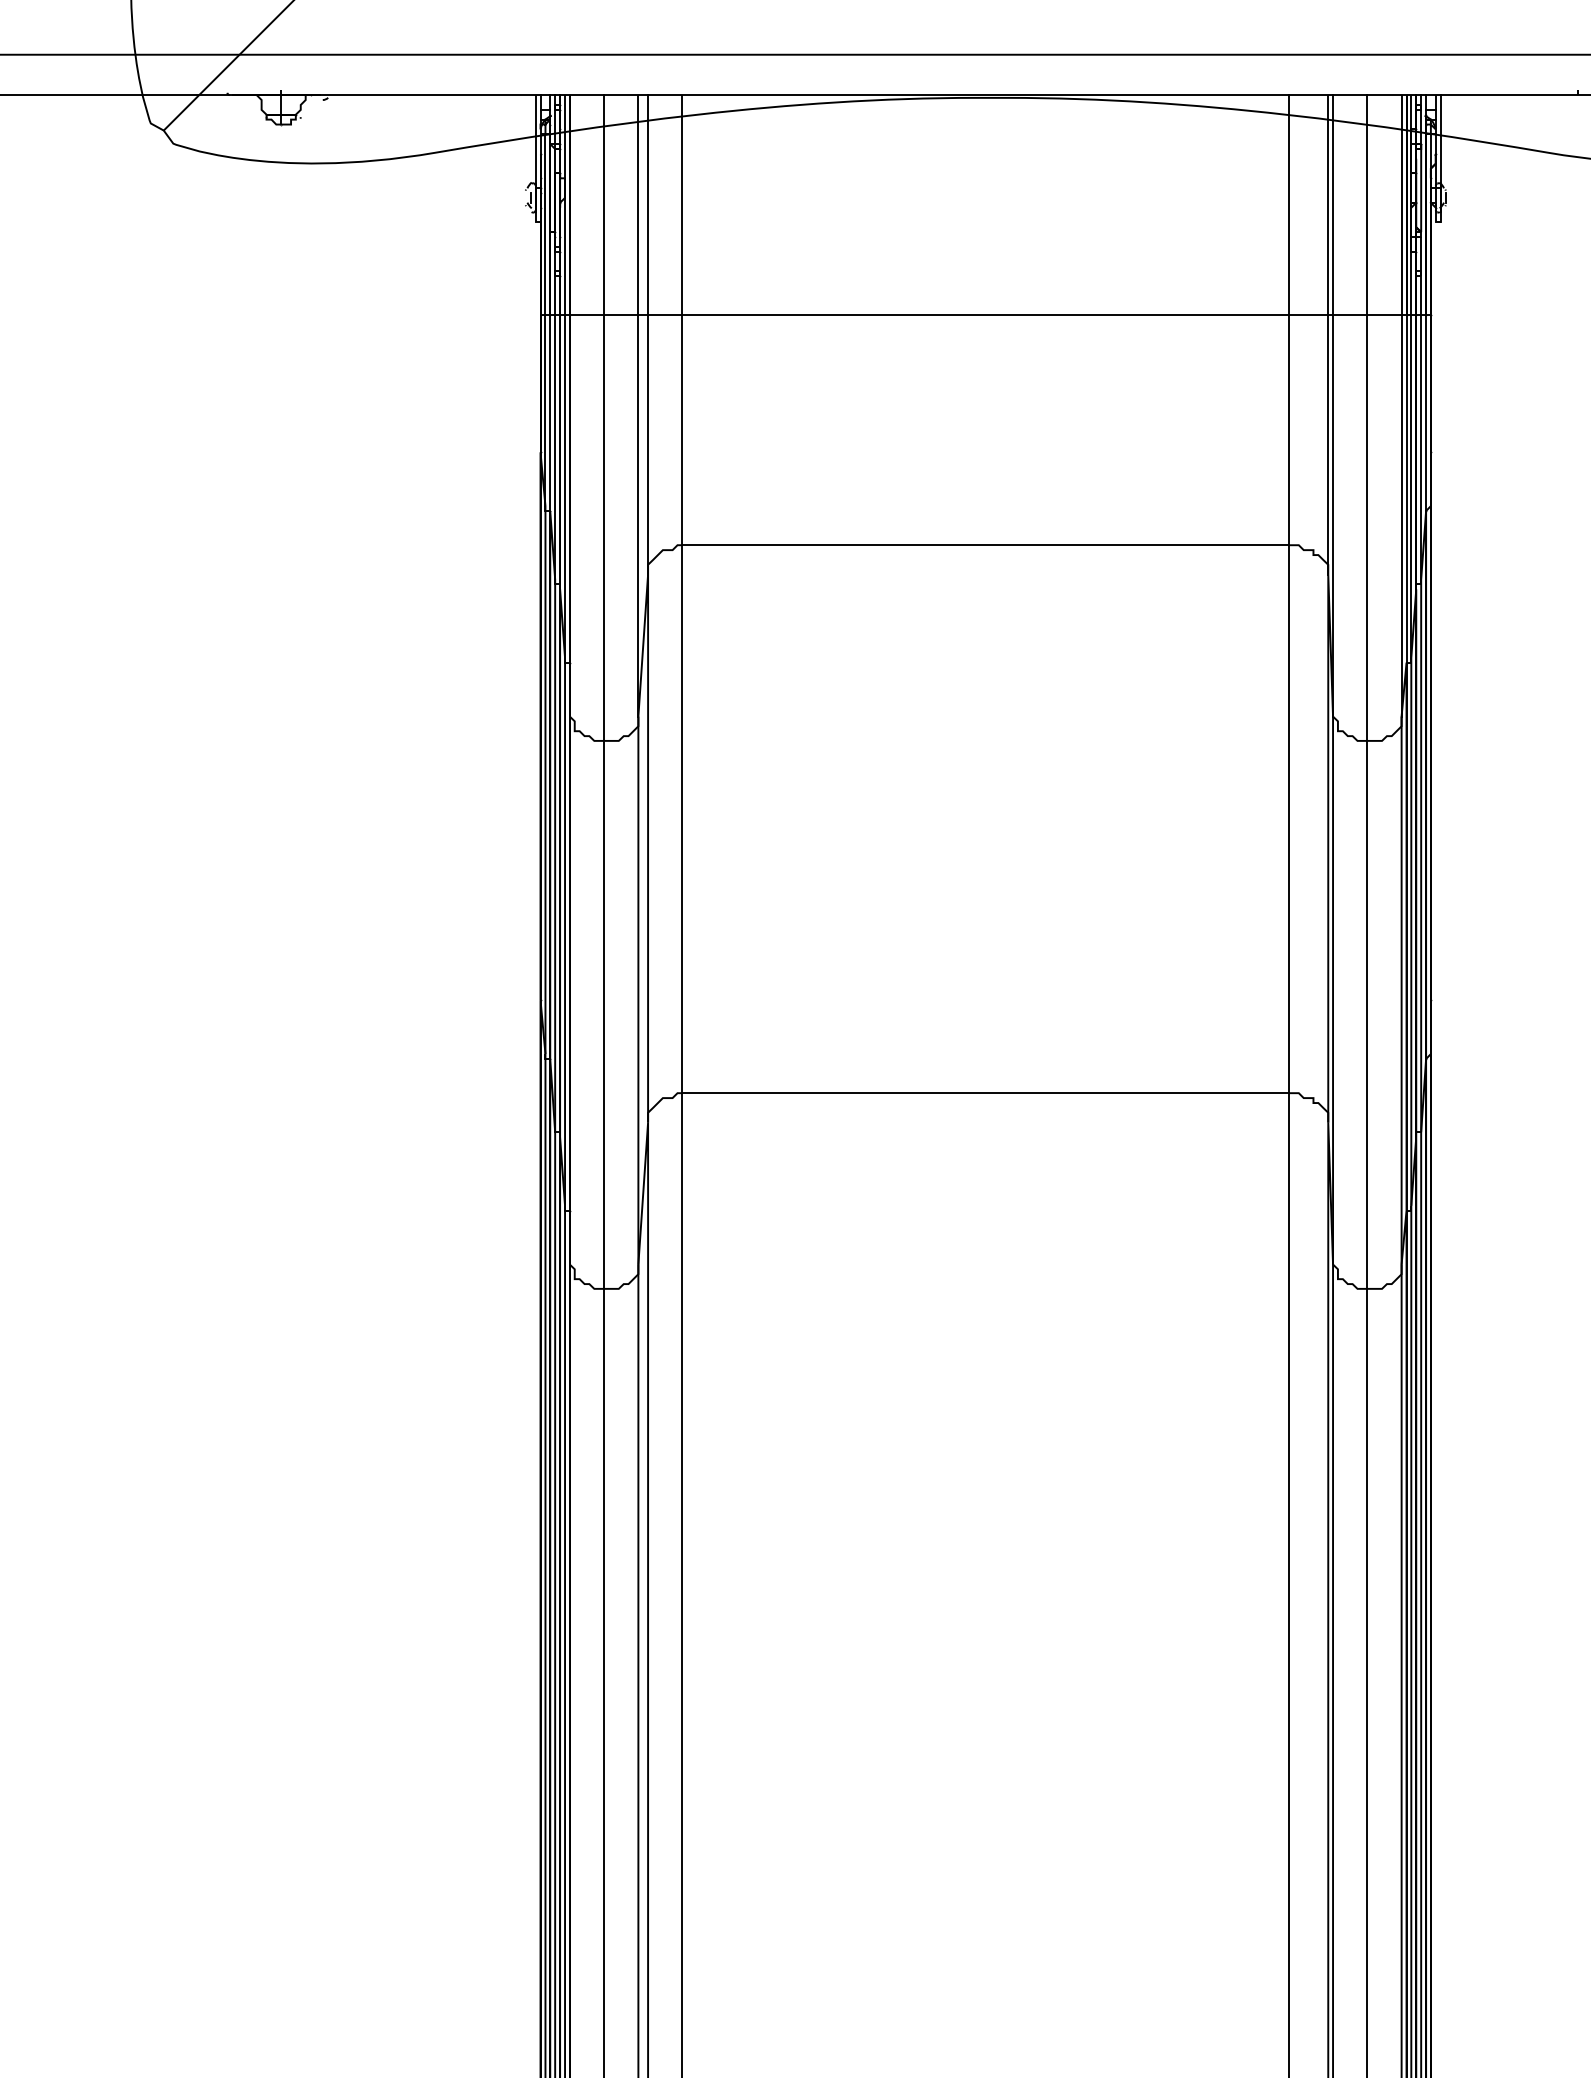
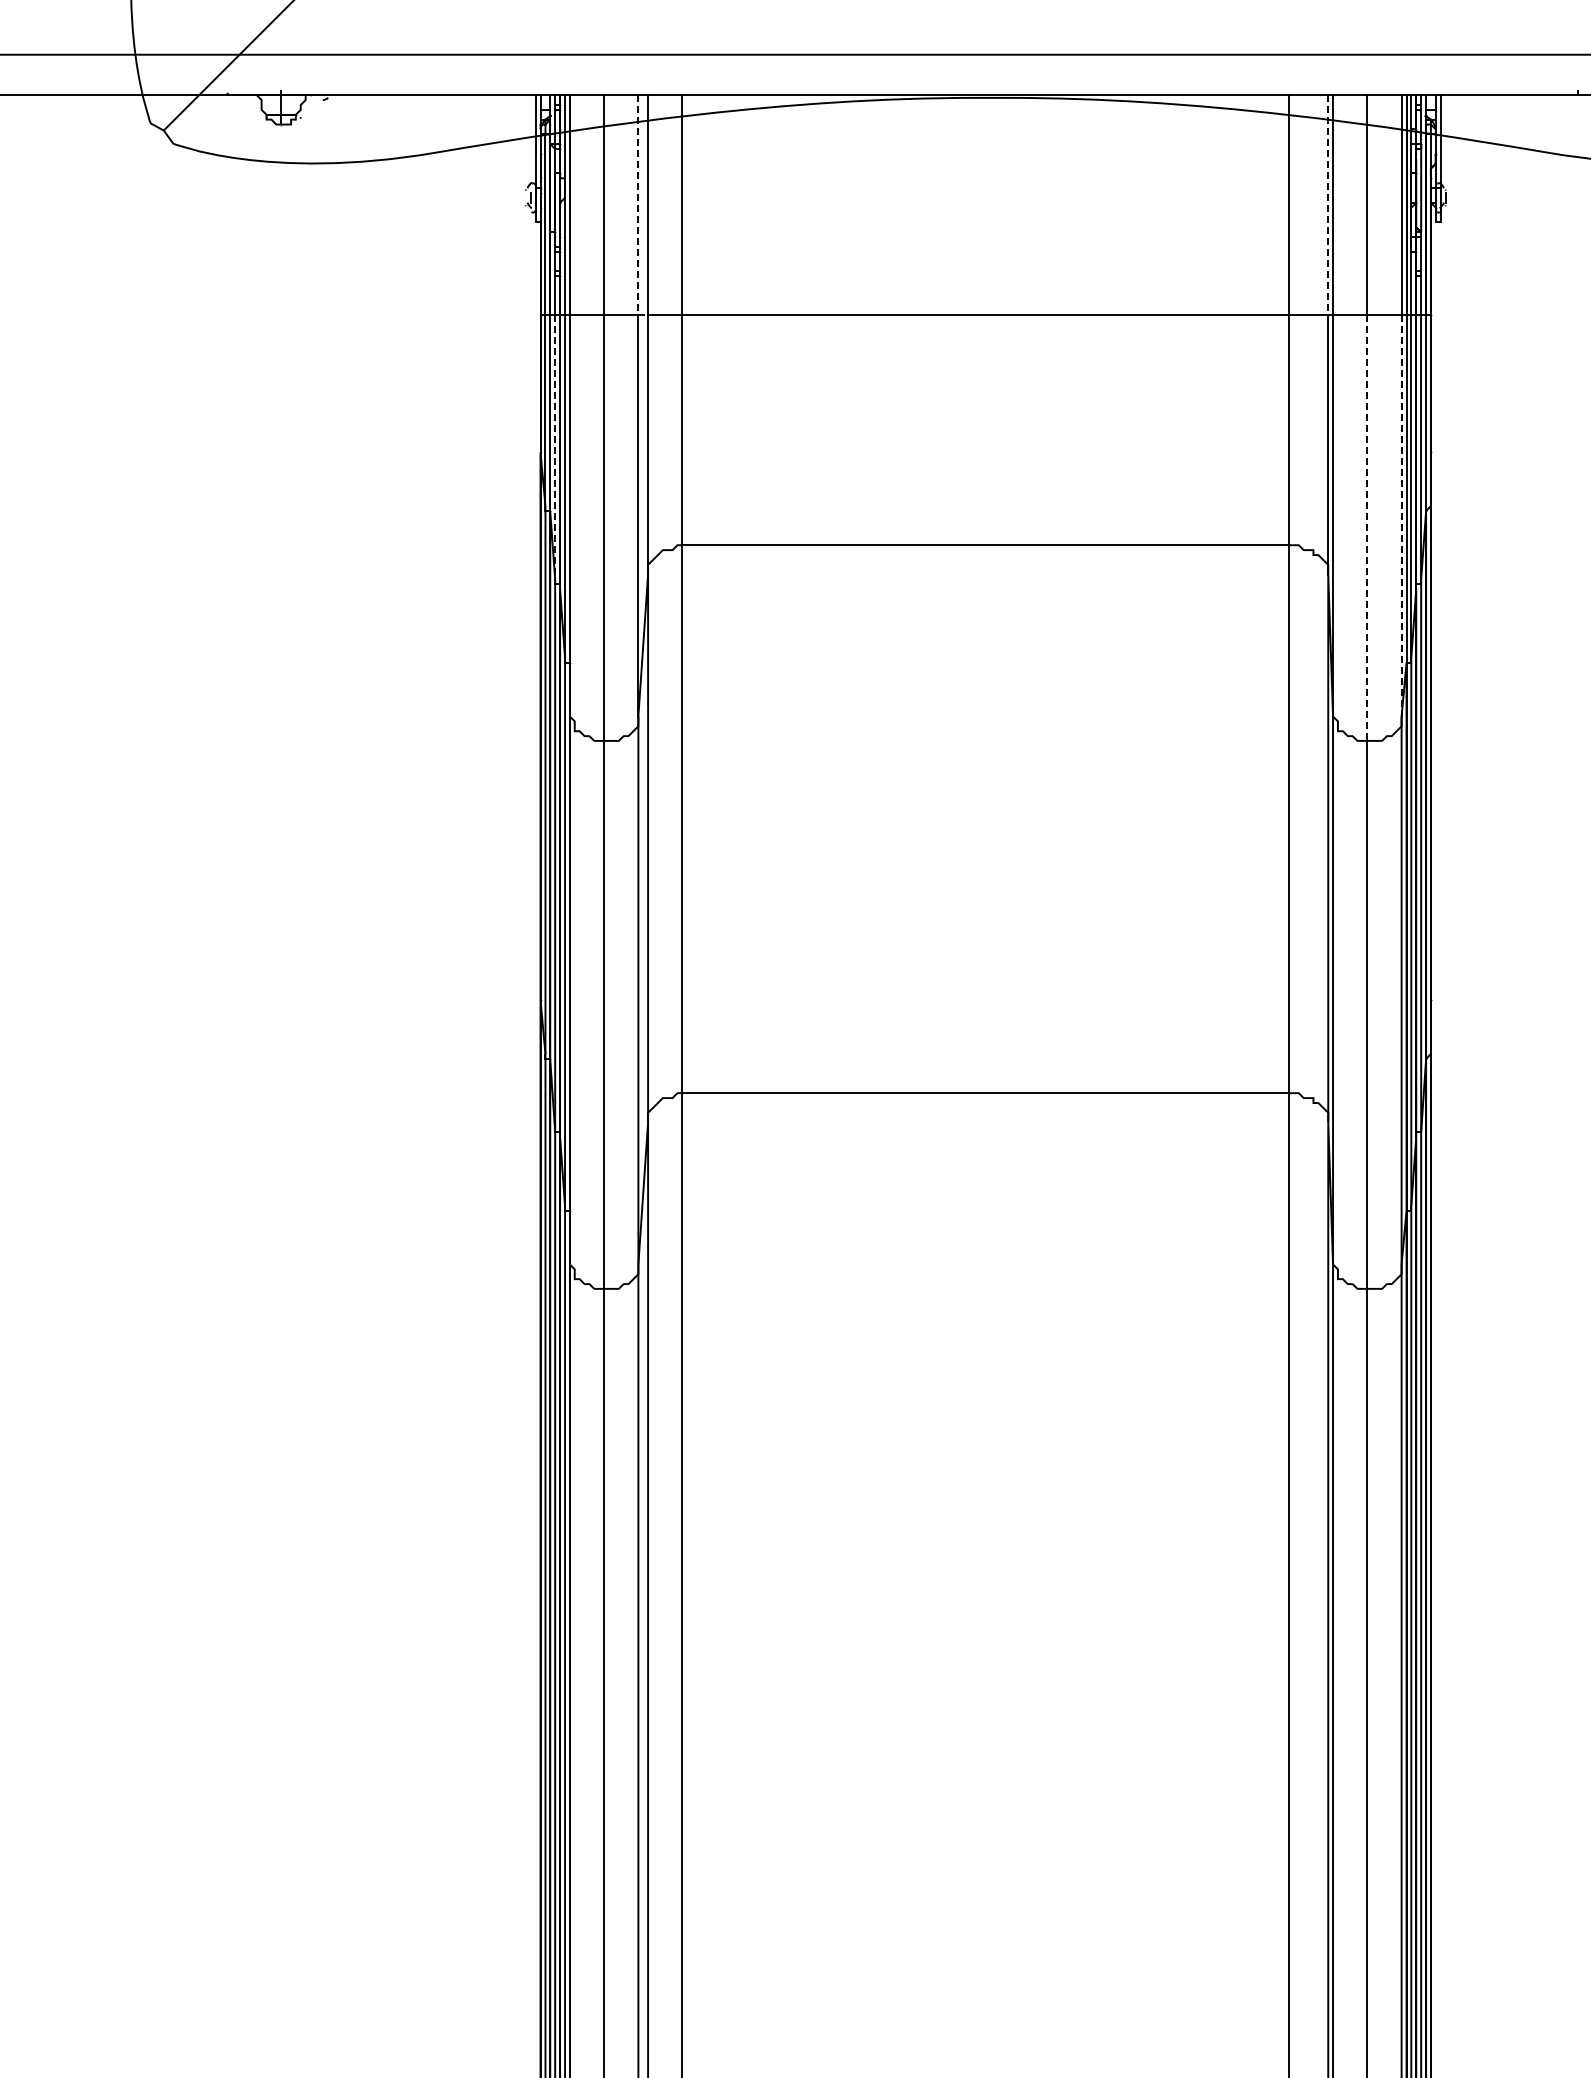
line at (1328, 208): solid -> dashed
line at (638, 210): solid -> dashed
line at (555, 447): solid -> dashed
line at (1401, 515): solid -> dashed
line at (1367, 528): solid -> dashed
